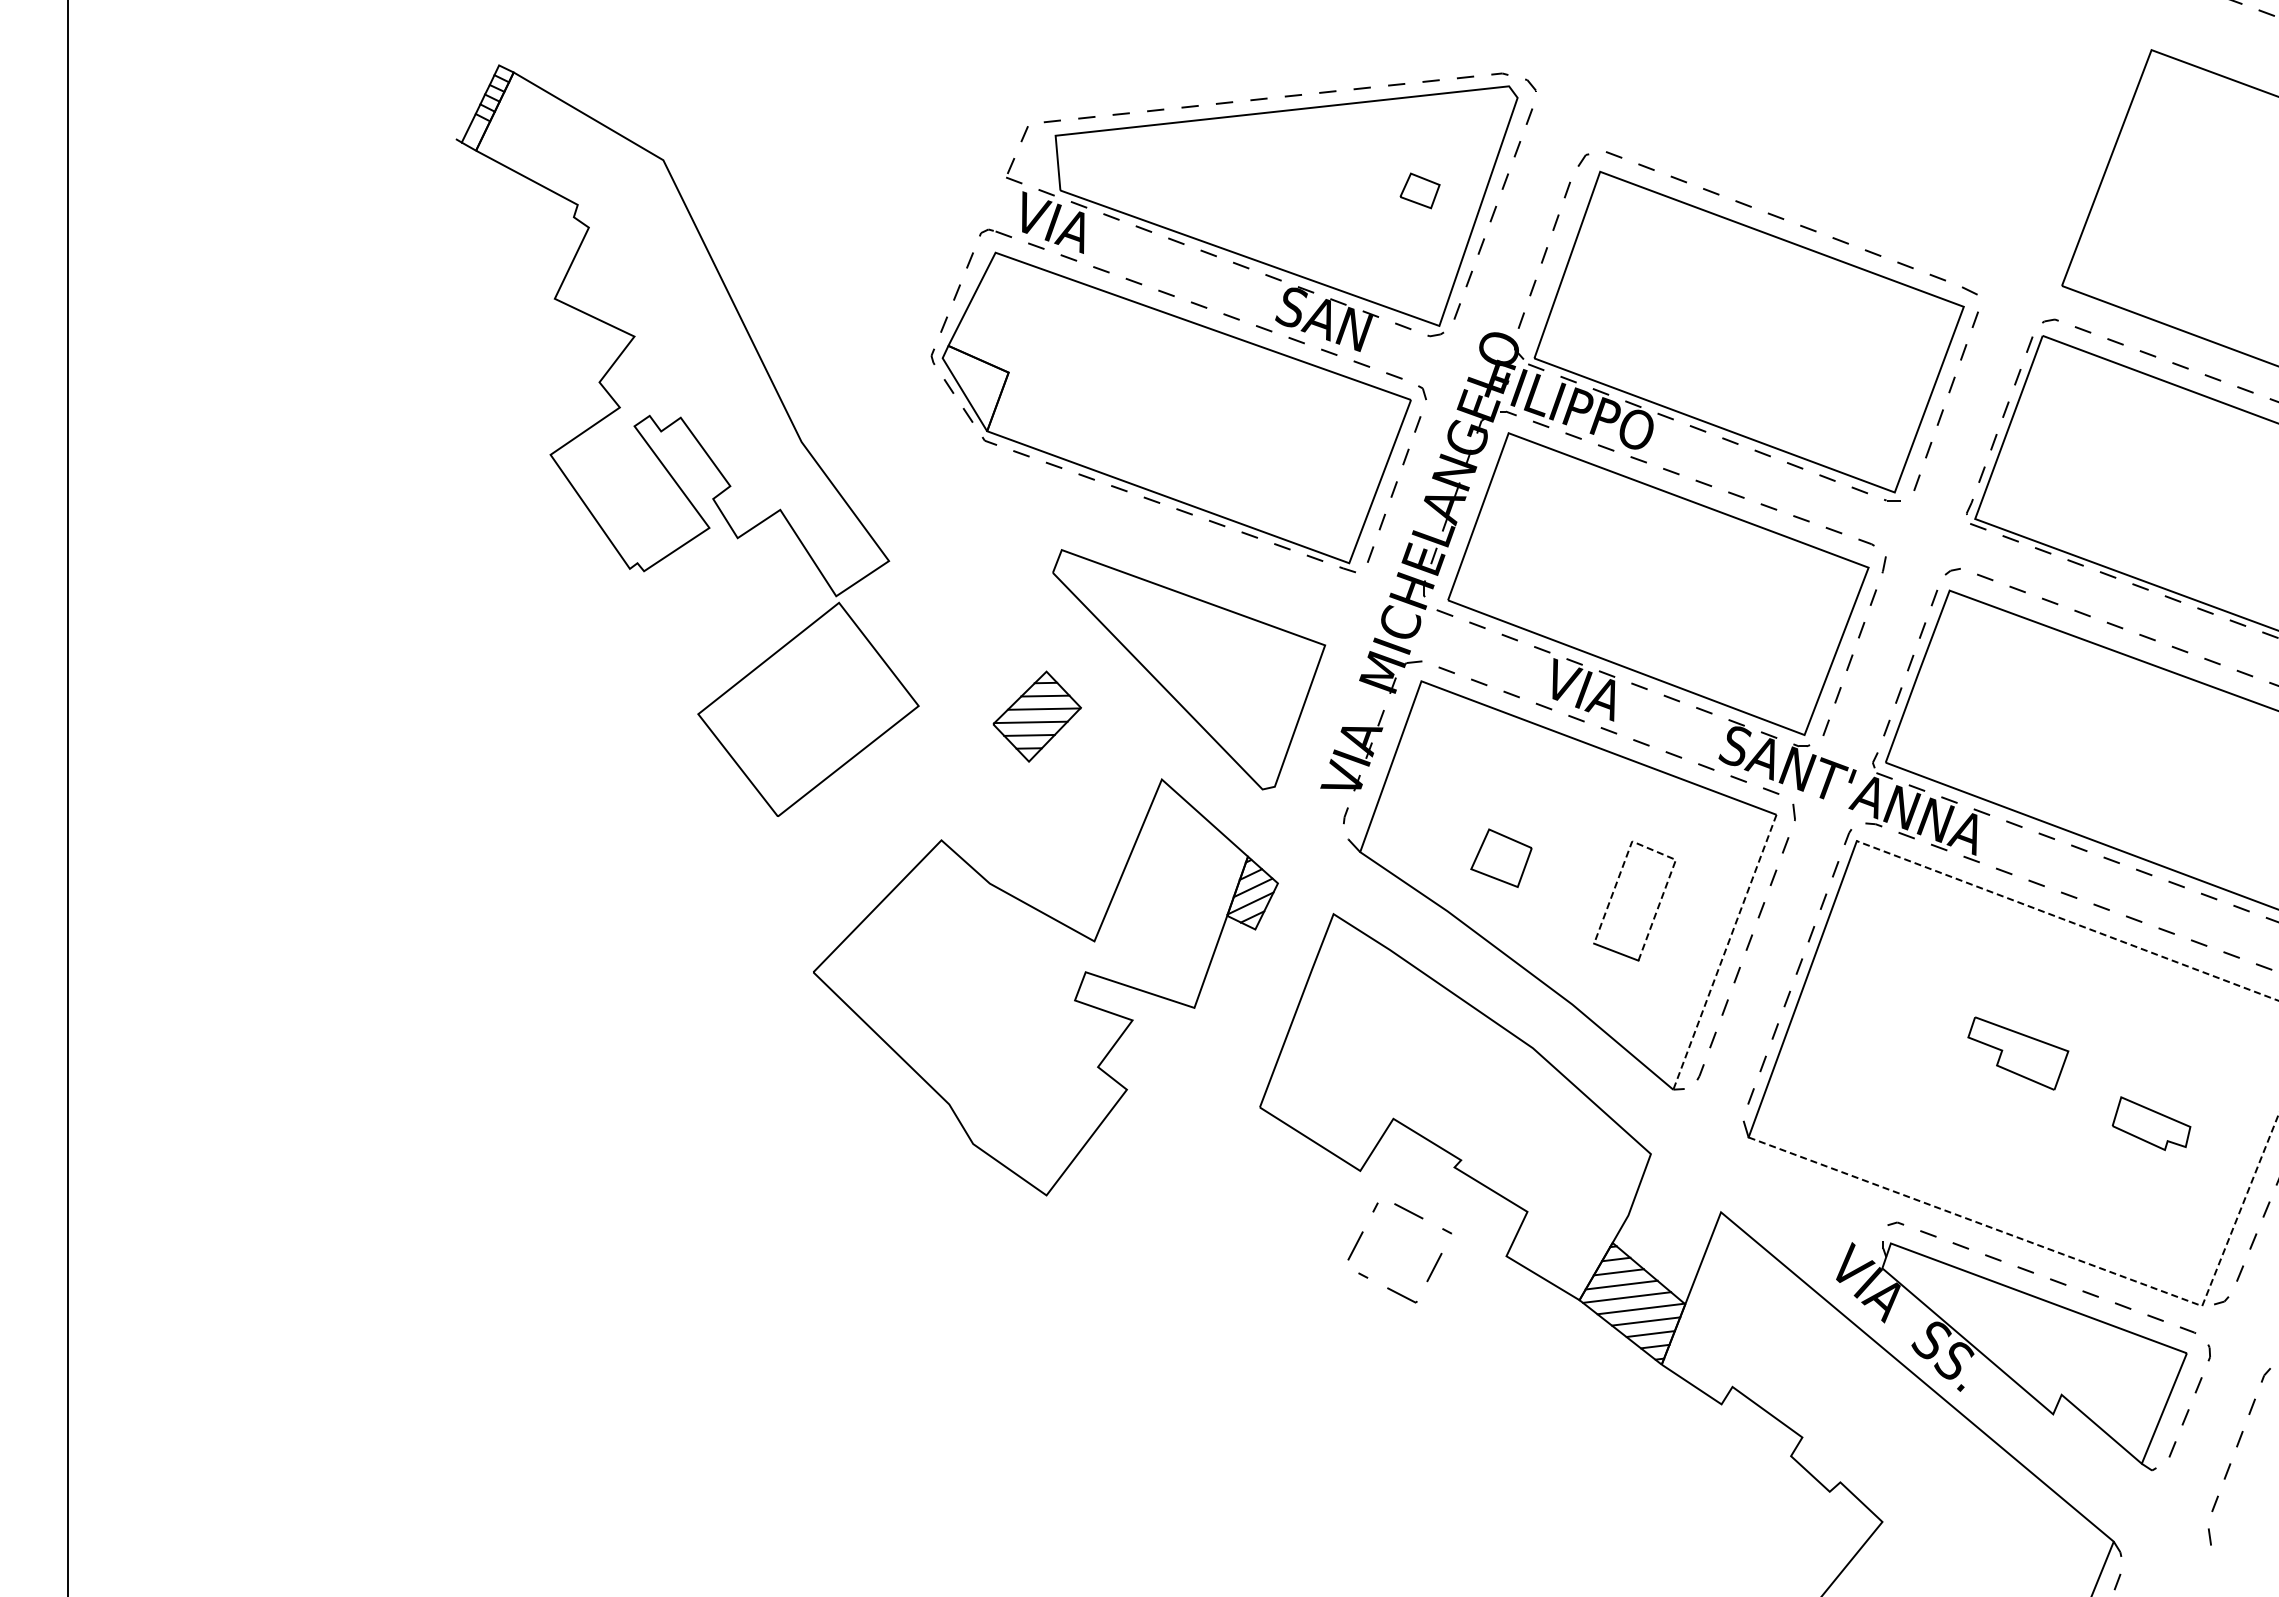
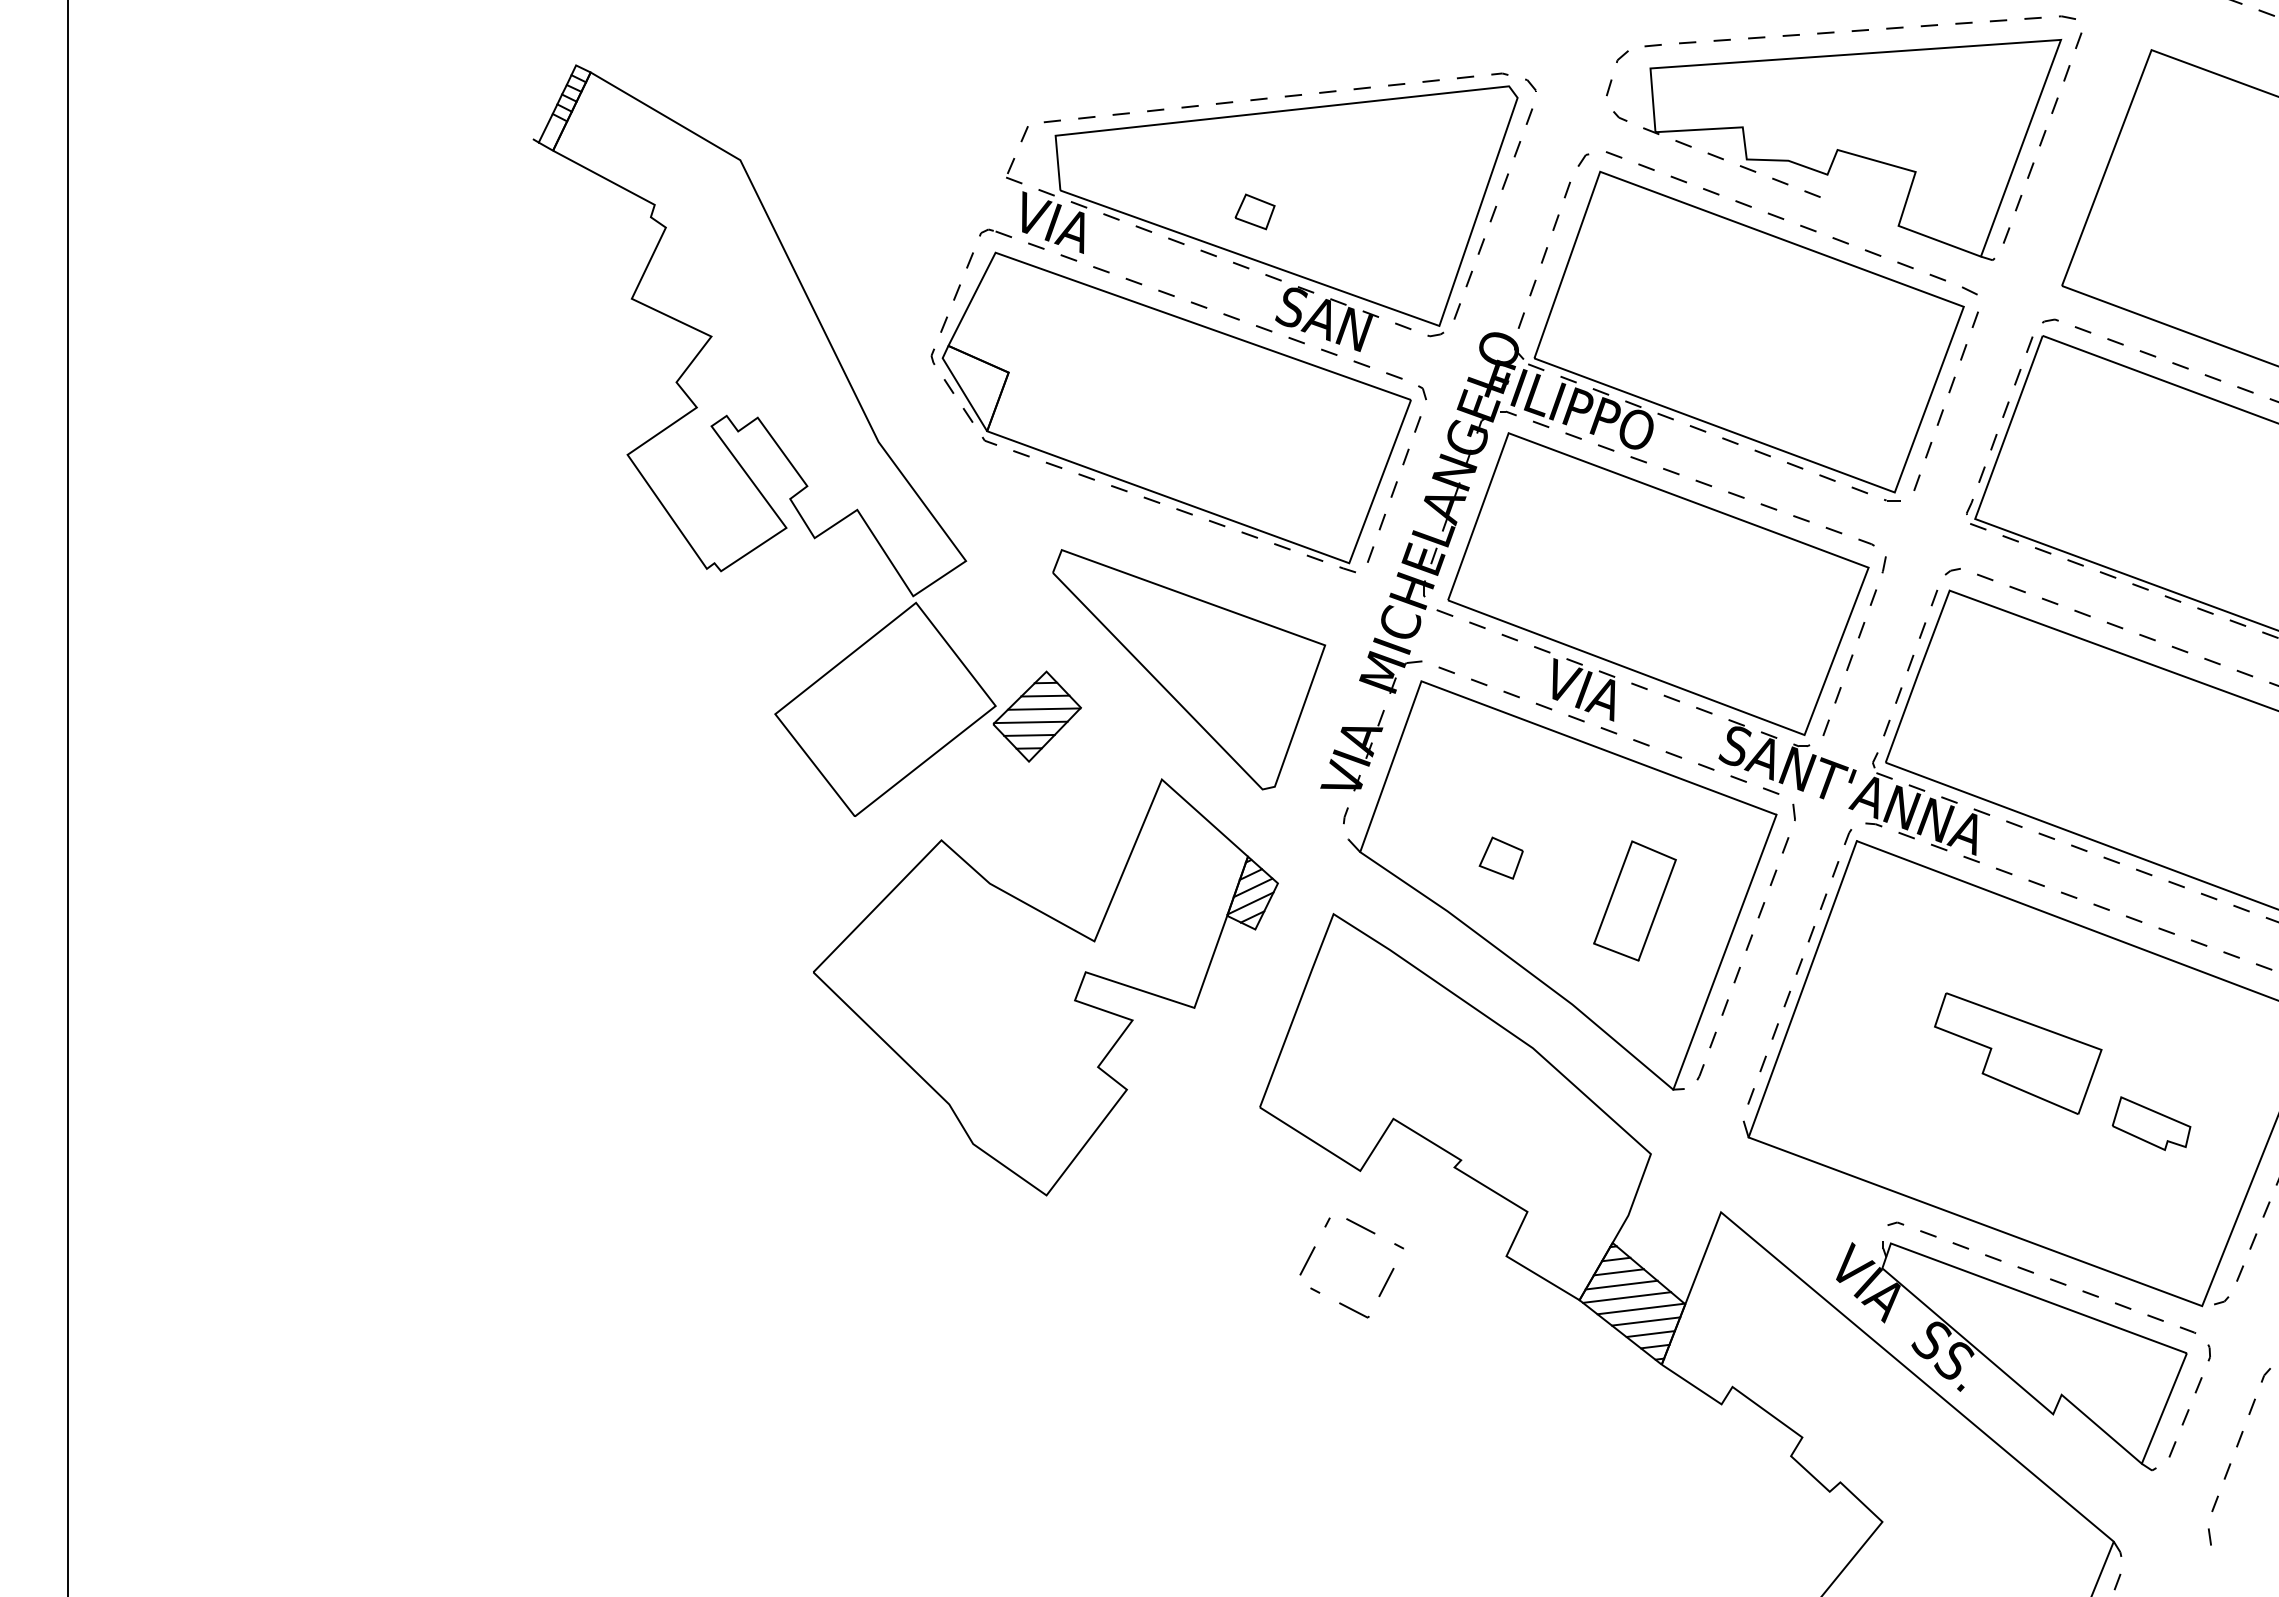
part at (1844, 137): none -> present
part at (1419, 190) position: (1419, 190) -> (1254, 211)
part at (693, 437) position: (693, 437) -> (770, 437)
line at (1653, 850): dashed -> solid
part at (1501, 857) size: 63x60 px -> 46x44 px
line at (1724, 952): dashed -> solid
part at (2018, 1053) size: 103x75 px -> 169x123 px
line at (2234, 1224): dashed -> solid
part at (1432, 1268) position: (1432, 1268) -> (1384, 1283)
